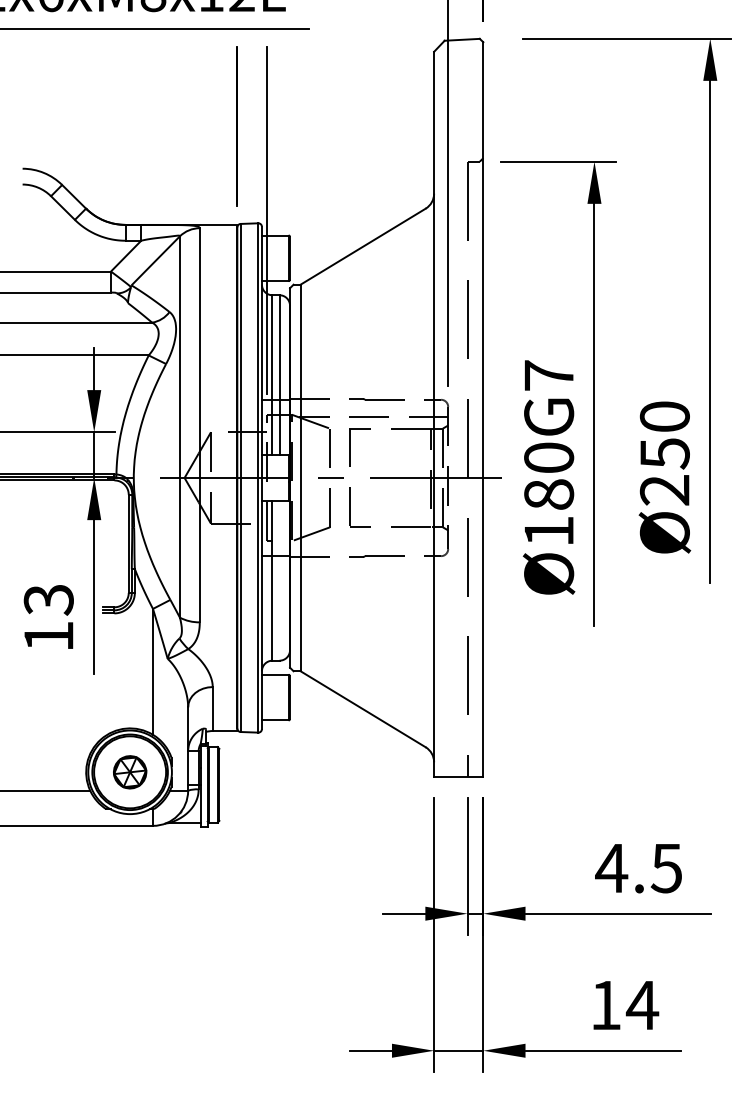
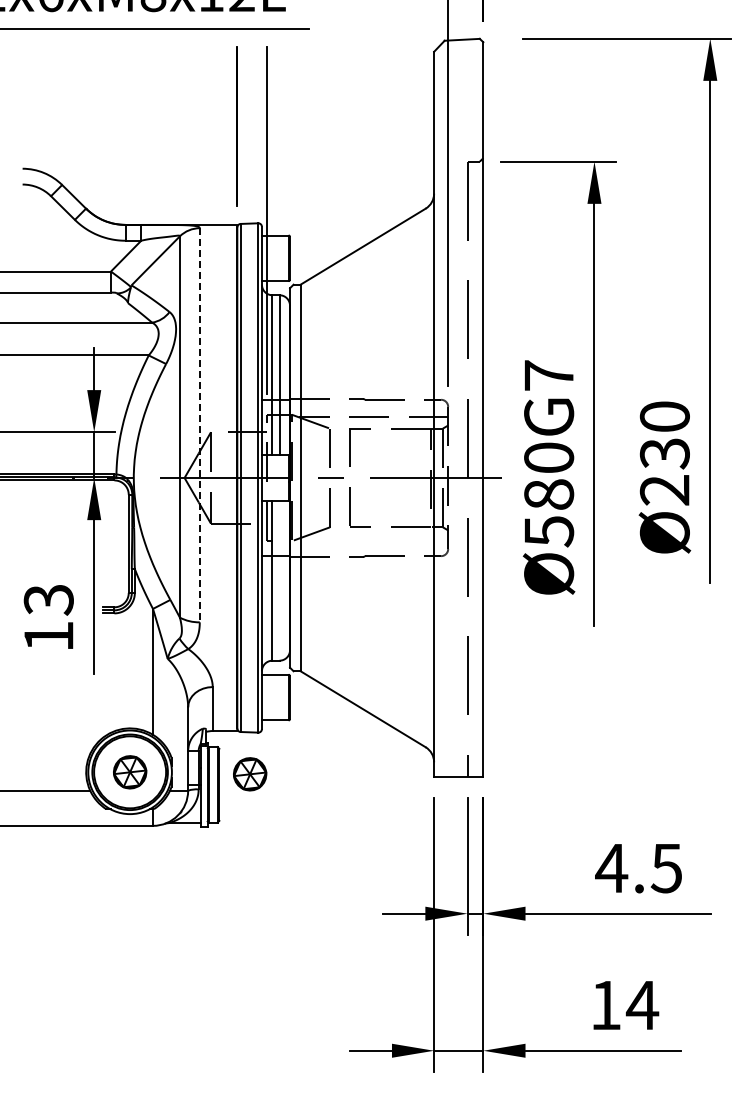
line at (199, 425): solid -> dashed
text at (664, 453): Ø250 -> Ø230
text at (549, 531): Ø180G7 -> Ø580G7
part at (250, 774): none -> present
